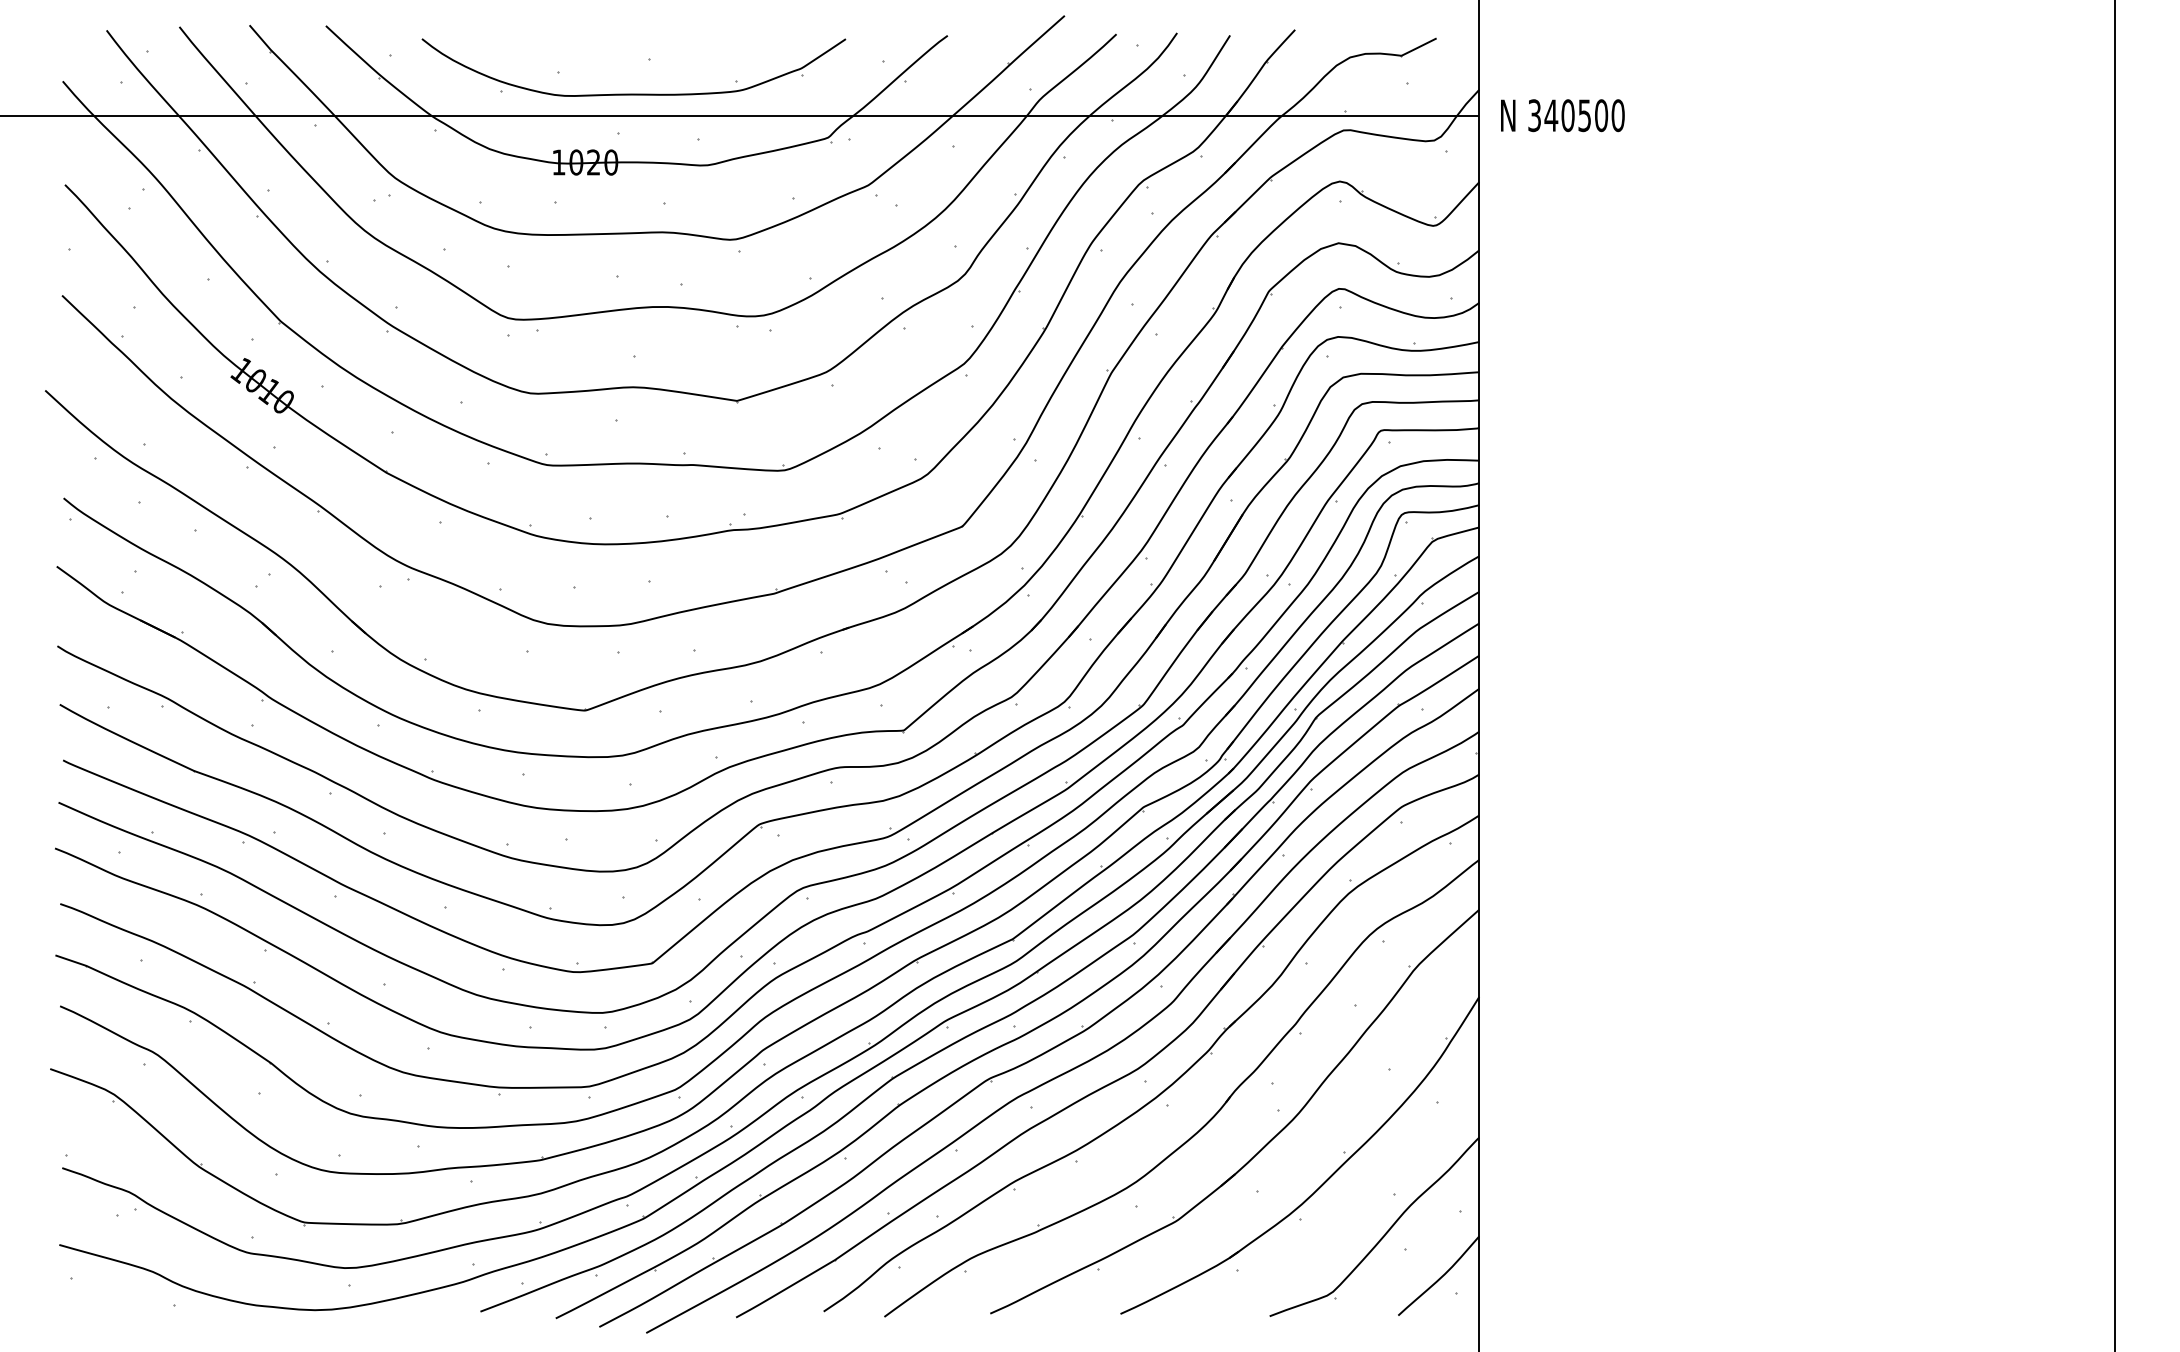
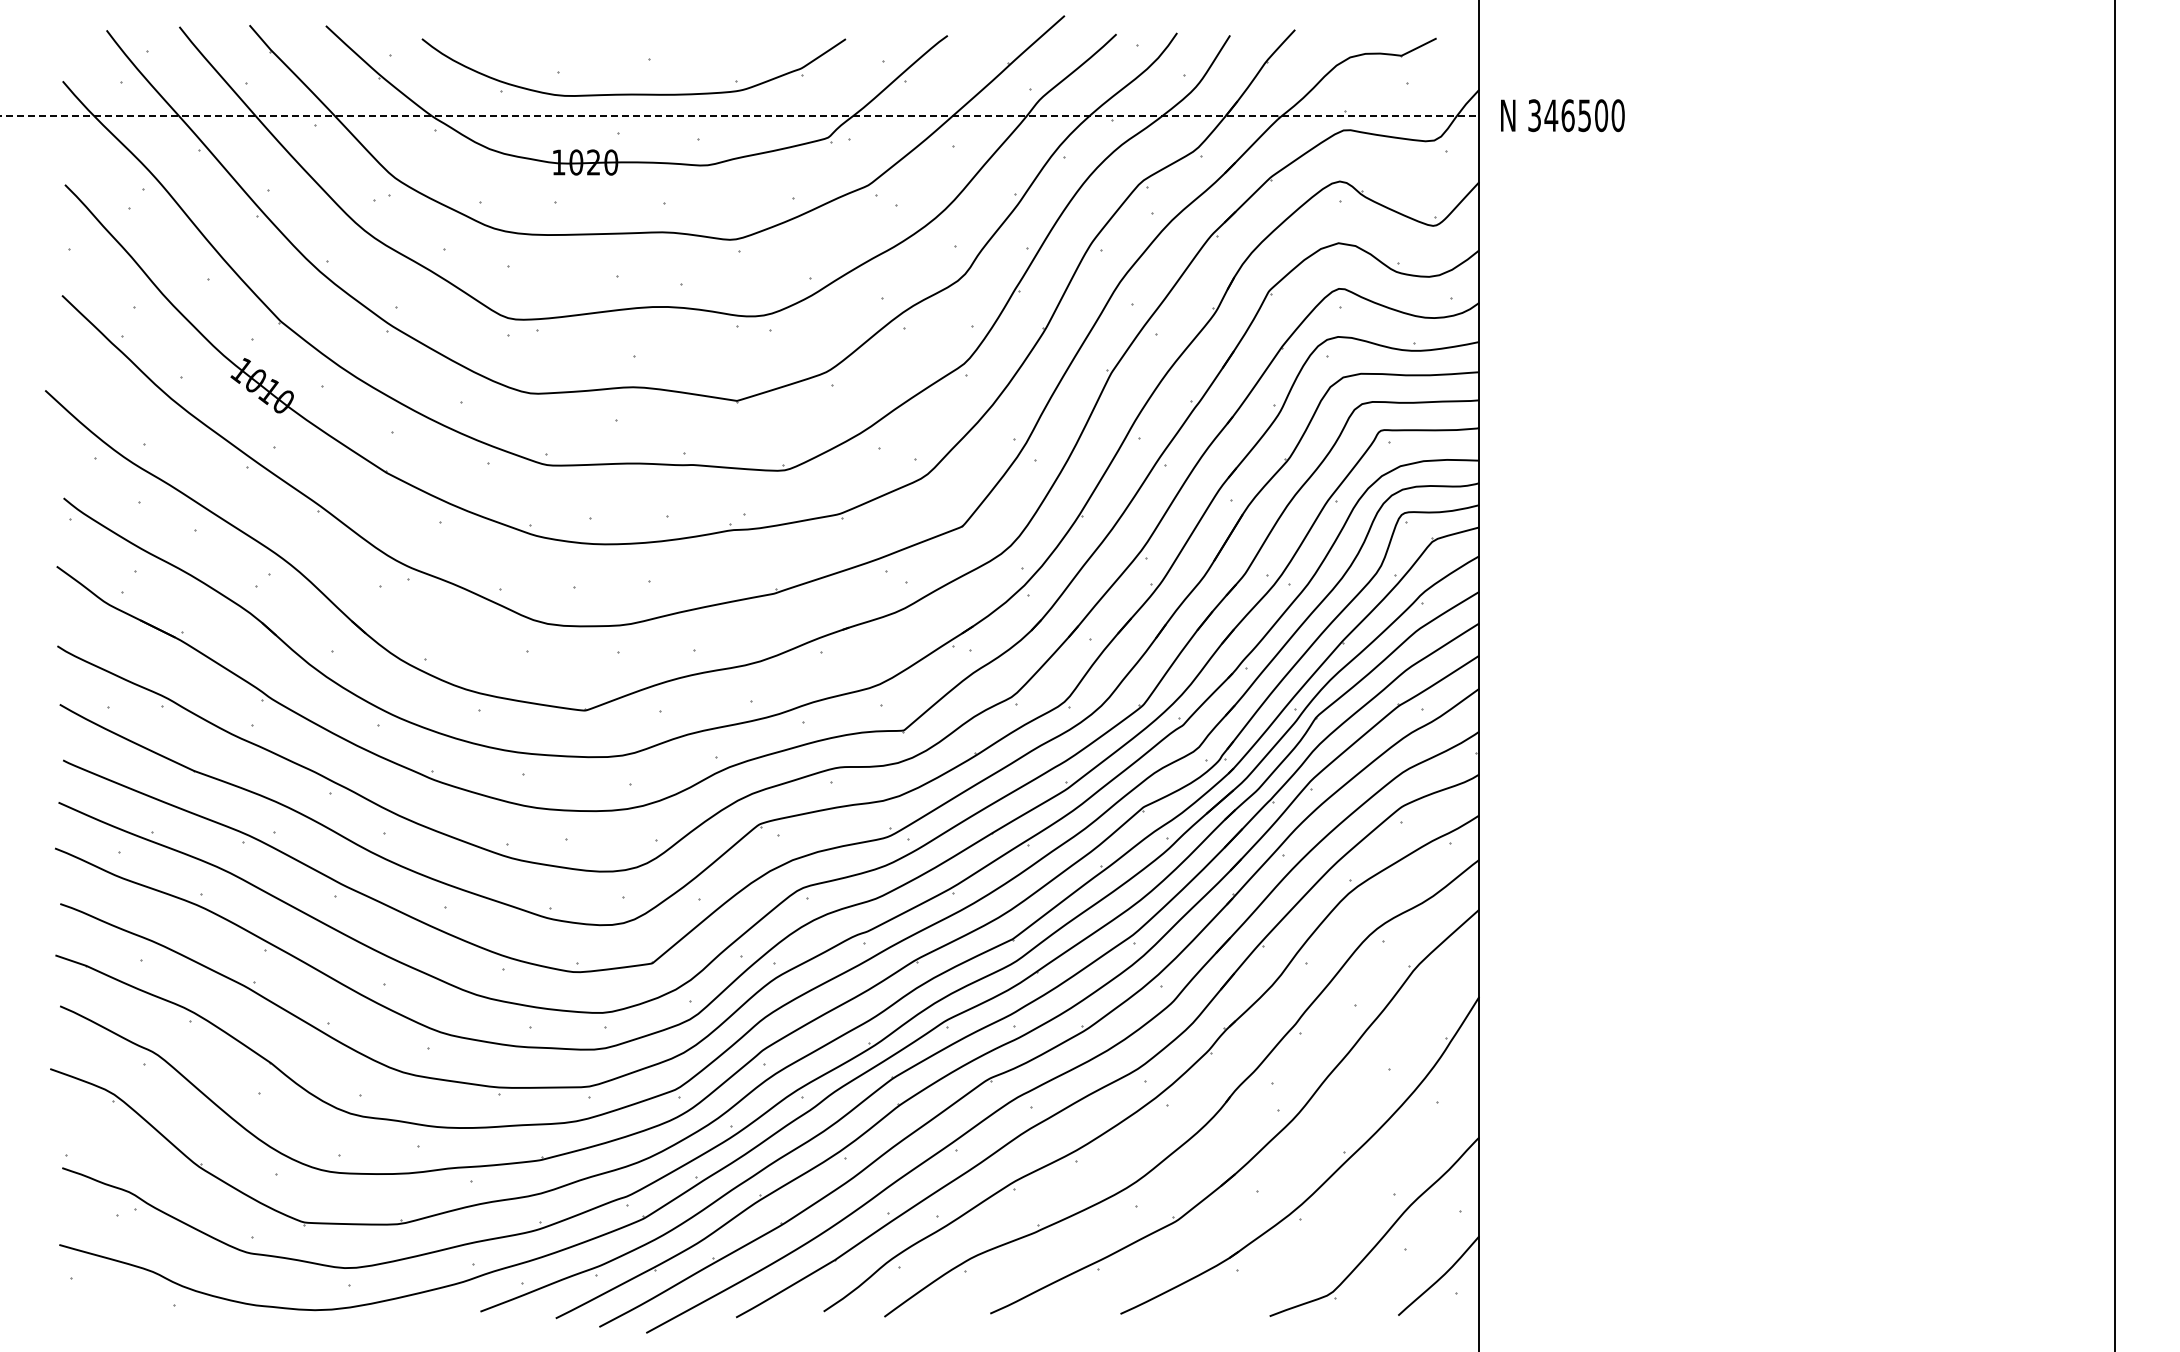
line at (740, 115): solid -> dashed
text at (1567, 115): 340500 -> 346500
